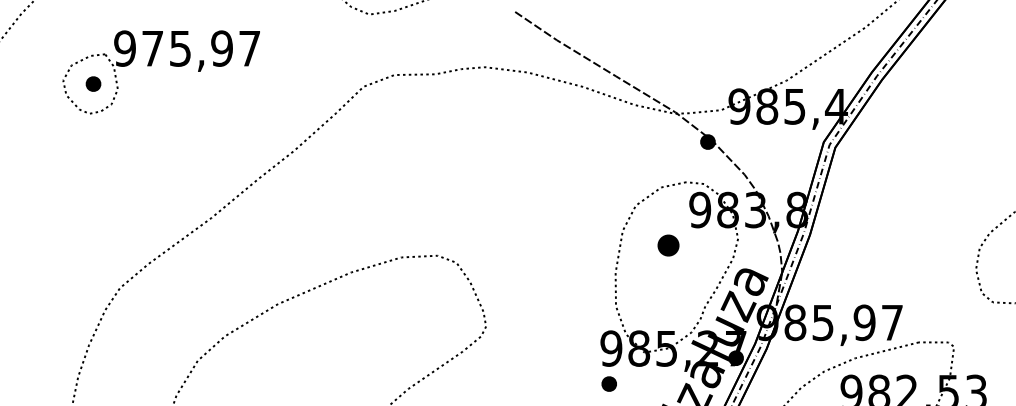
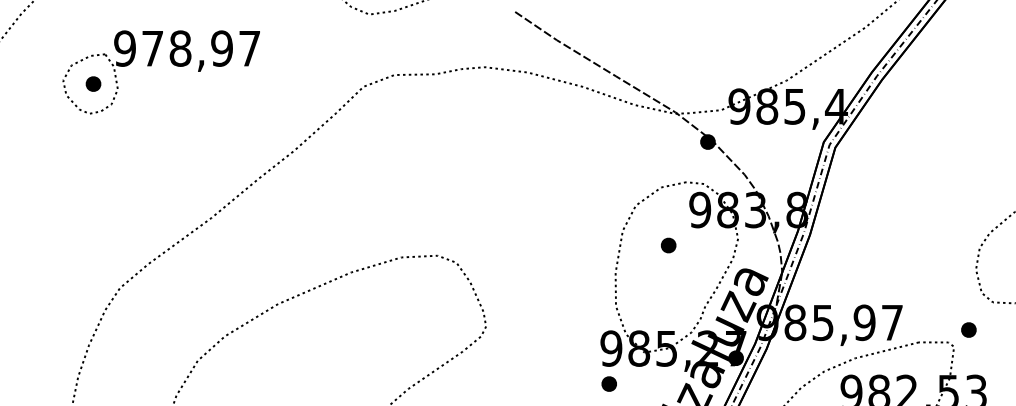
text at (180, 48): 975,97 -> 978,97
part at (668, 245) size: 23x23 px -> 16x17 px
part at (968, 329): none -> present
